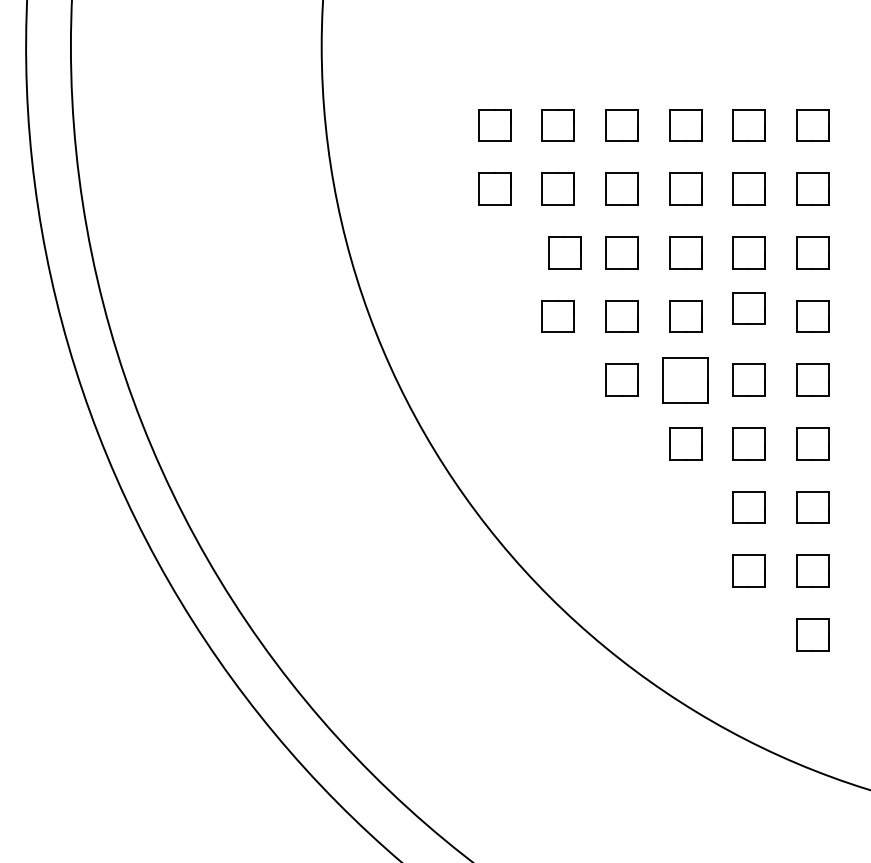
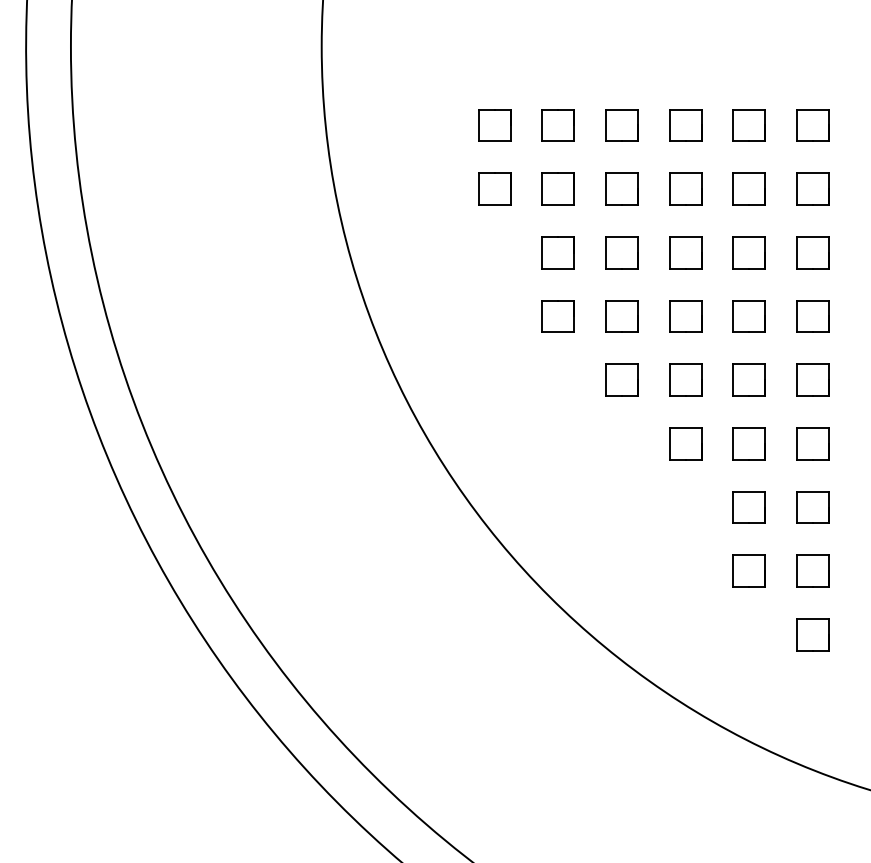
part at (564, 252) position: (564, 252) -> (557, 252)
part at (748, 308) position: (748, 308) -> (748, 316)
part at (685, 380) size: 47x47 px -> 34x34 px
